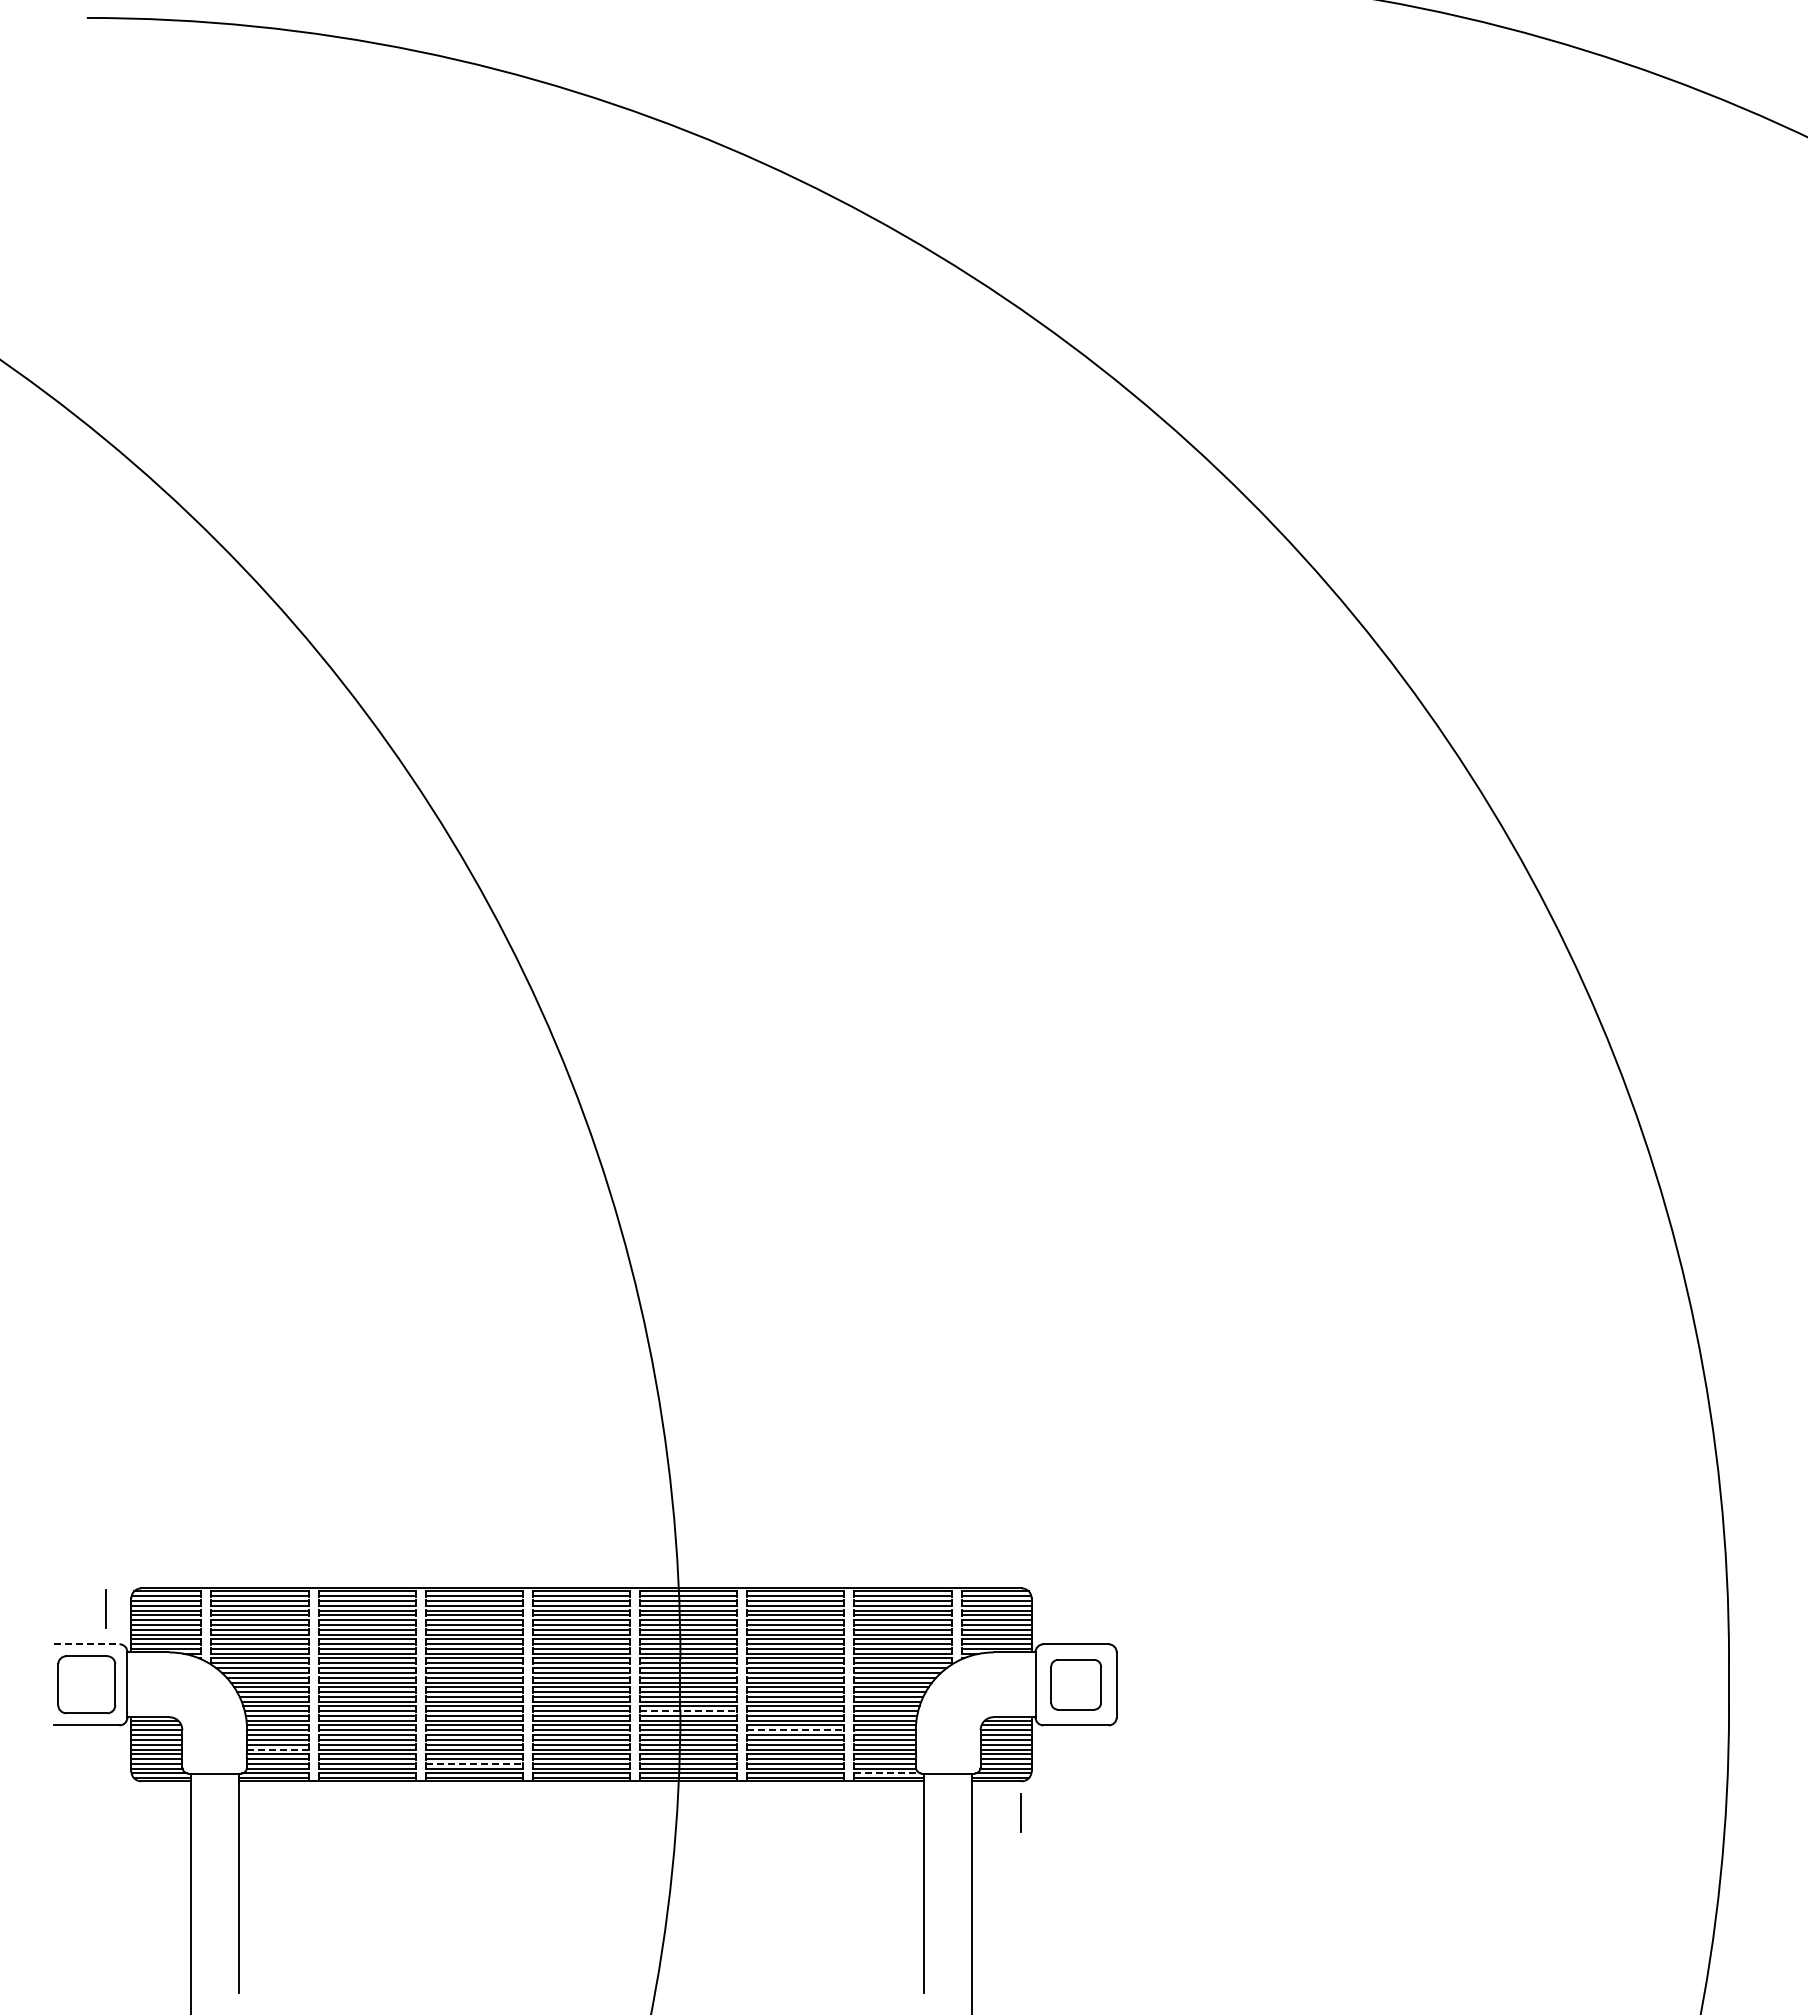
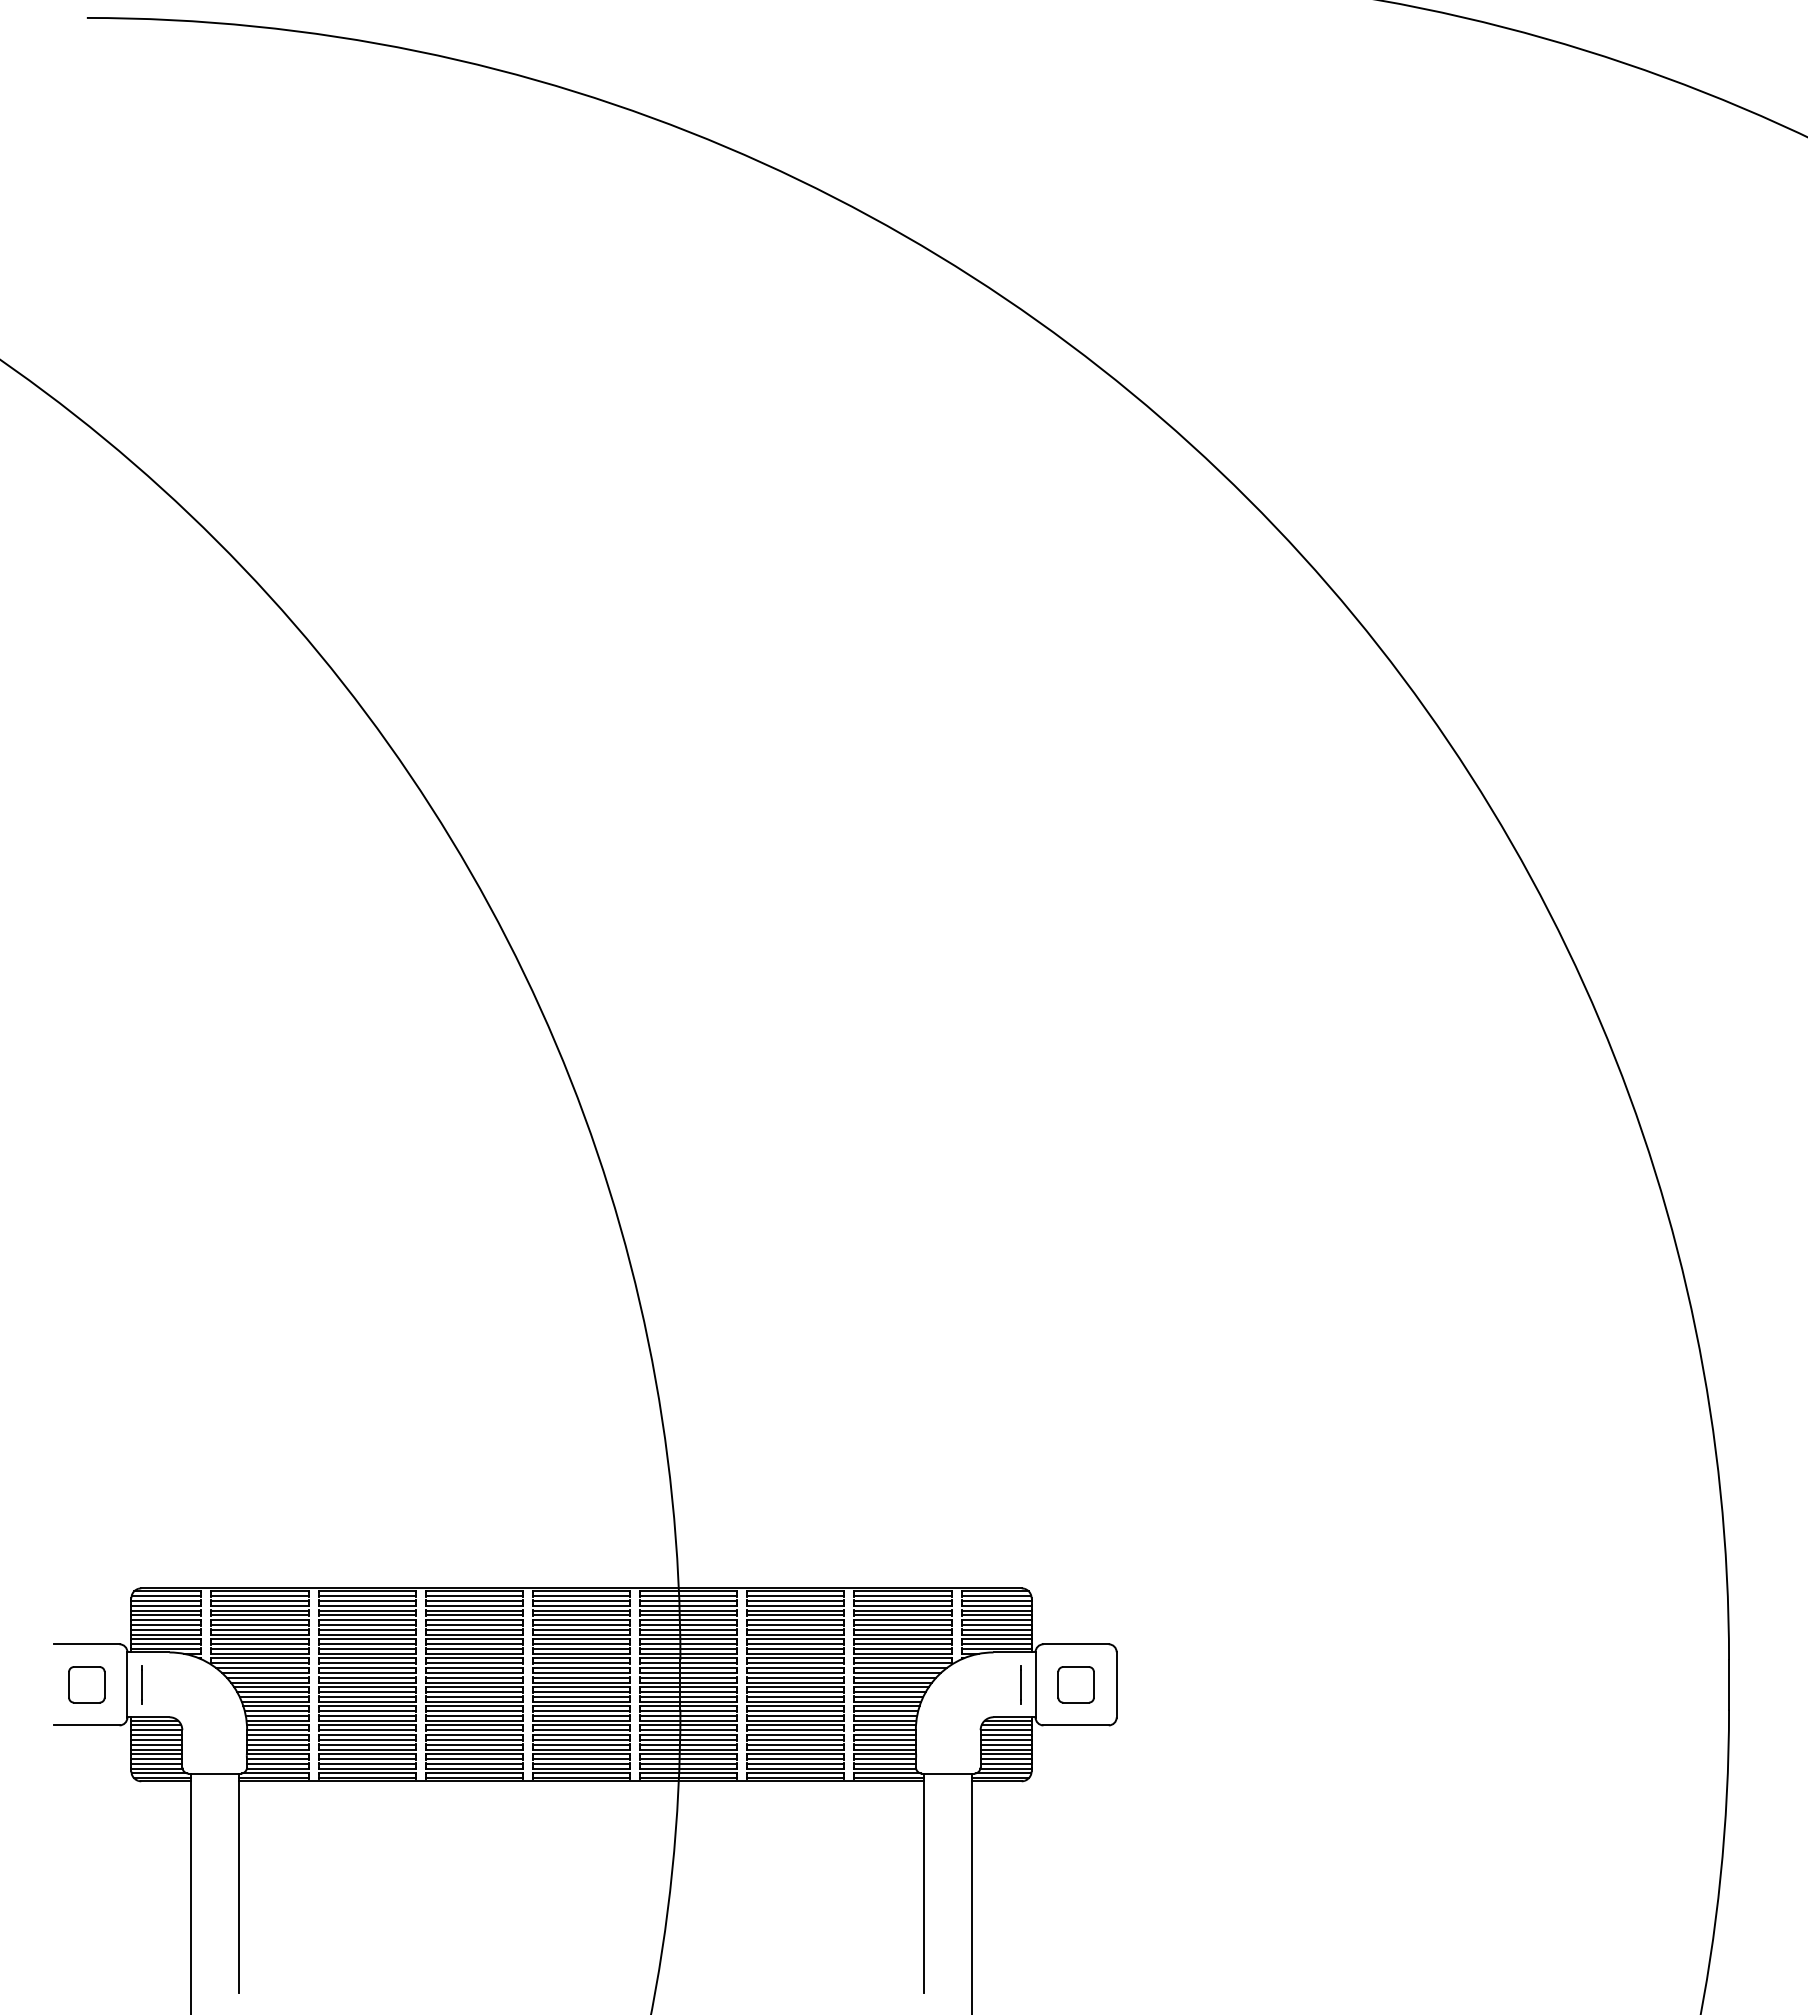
line at (105, 1608) position: (105, 1608) -> (141, 1684)
line at (86, 1644): dashed -> solid
part at (86, 1684) size: 60x60 px -> 38x38 px
part at (1075, 1684) size: 52x52 px -> 38x38 px
line at (688, 1711): dashed -> solid
line at (795, 1730): dashed -> solid
line at (277, 1749): dashed -> solid
line at (474, 1763): dashed -> solid
line at (887, 1773): dashed -> solid
line at (1020, 1812) position: (1020, 1812) -> (1020, 1684)
